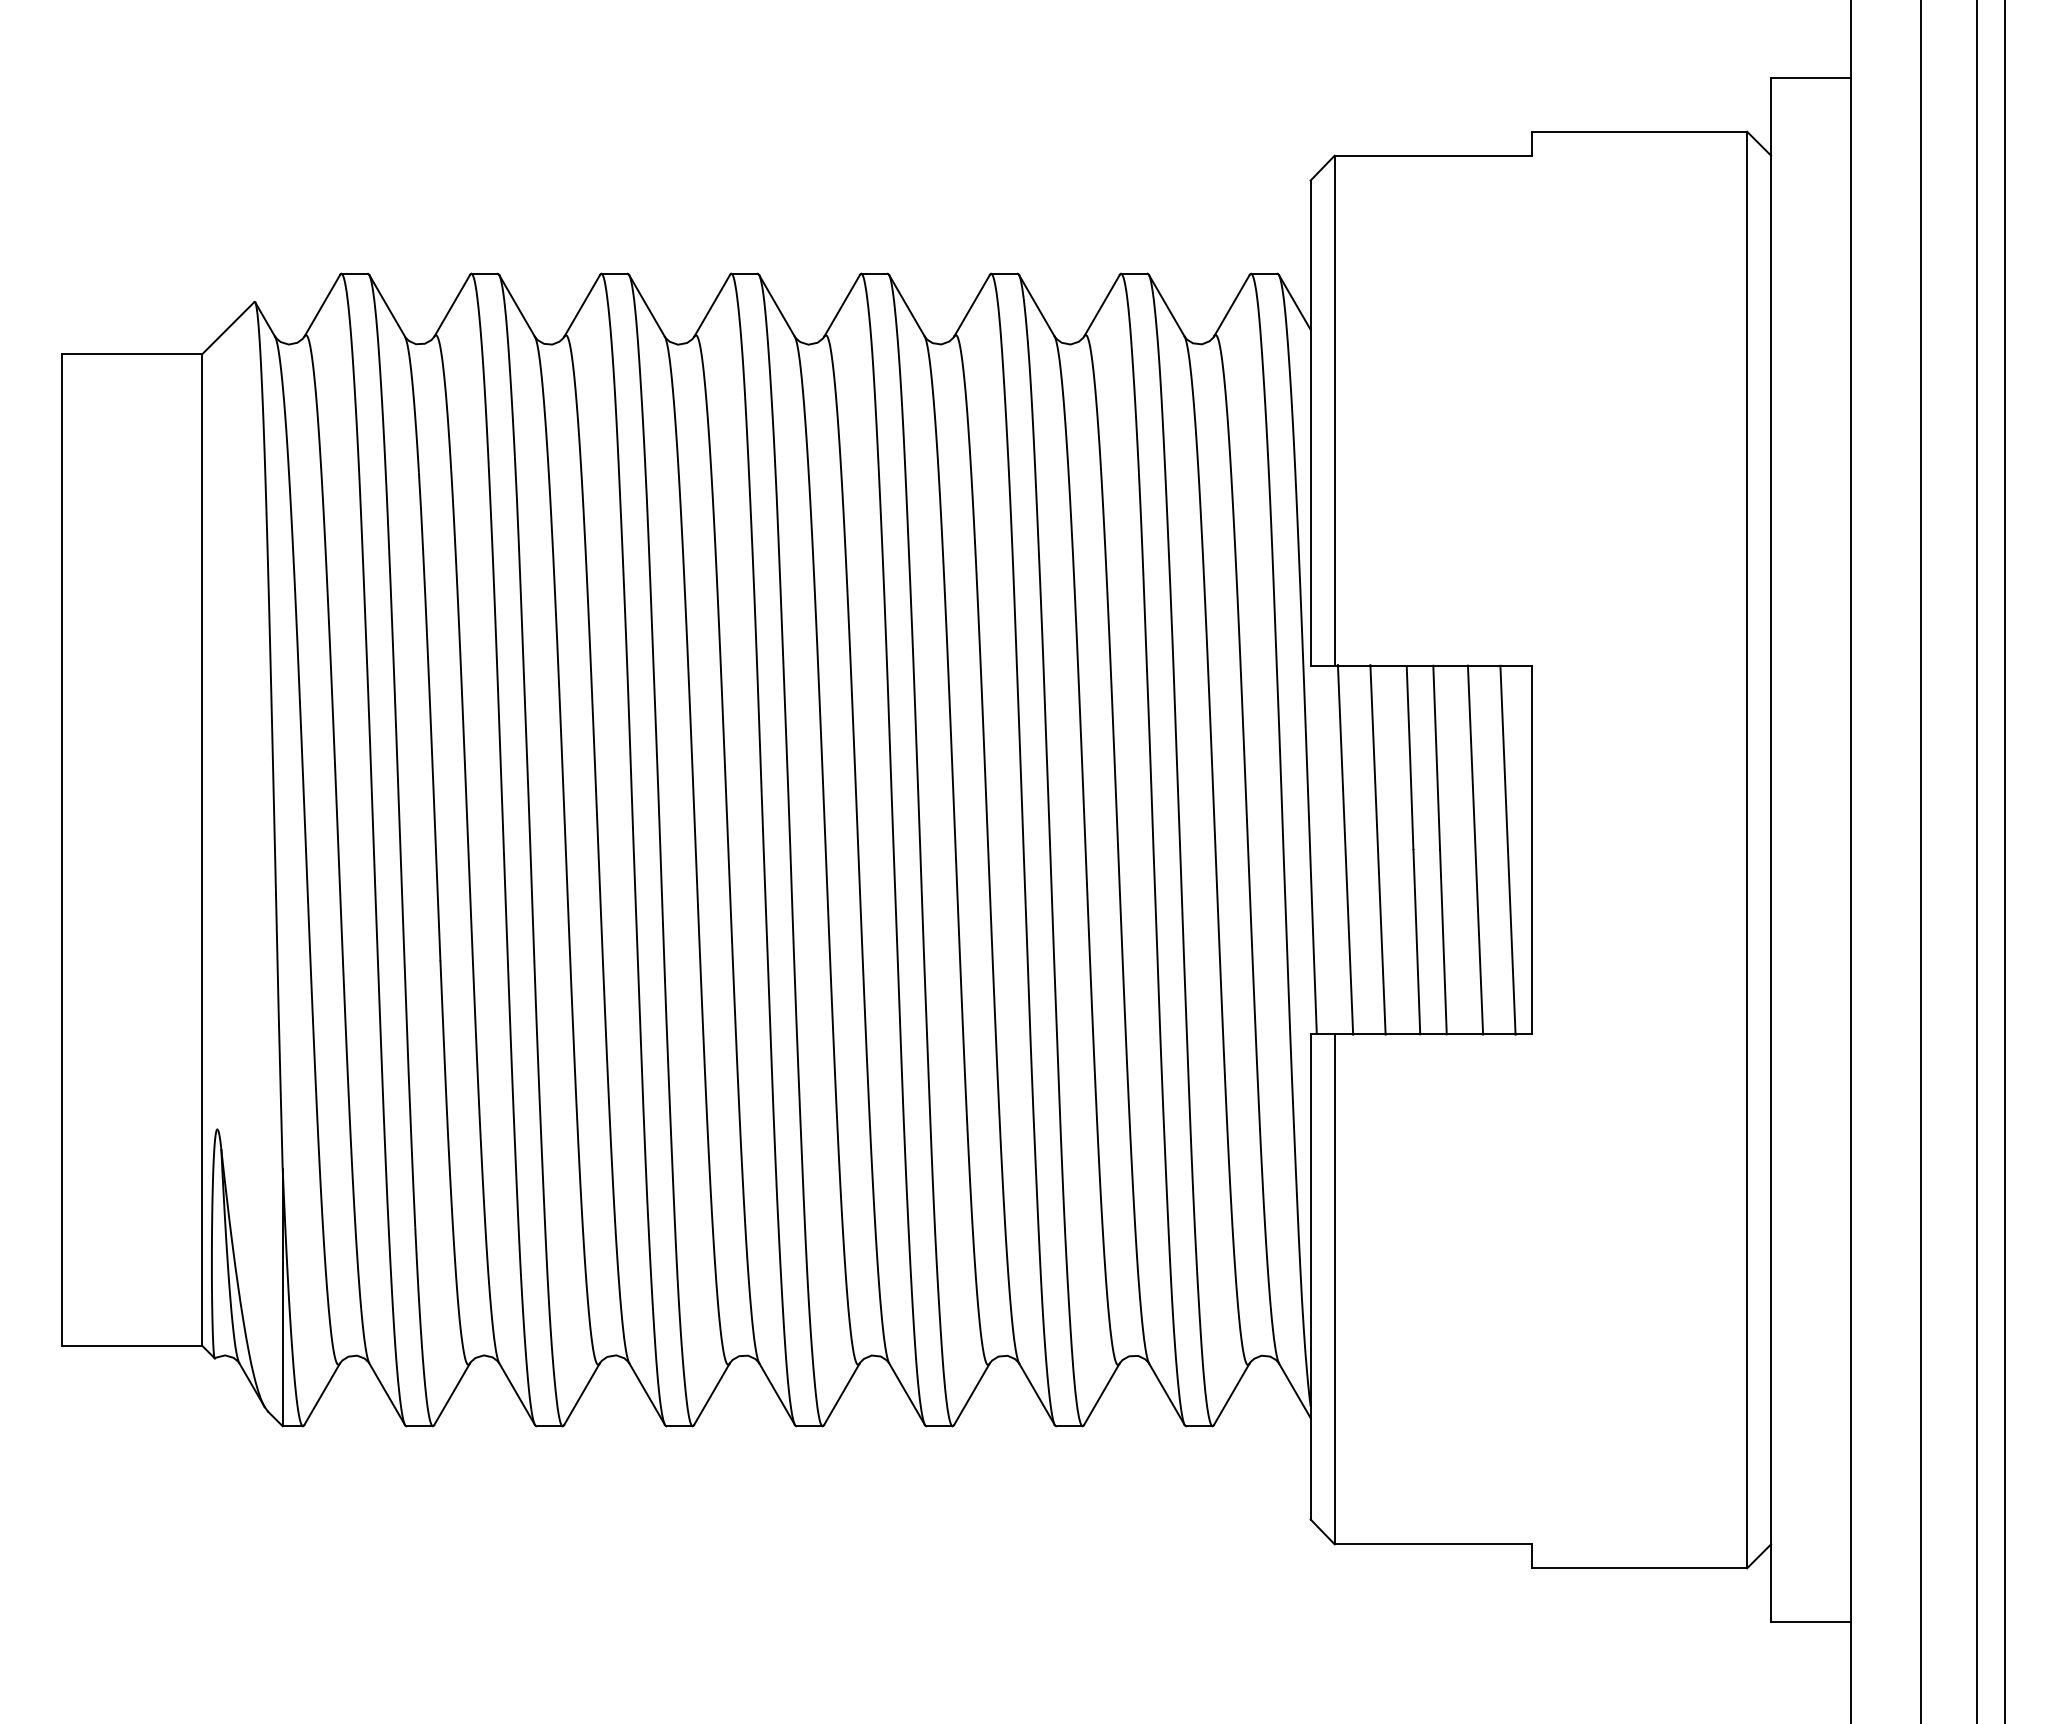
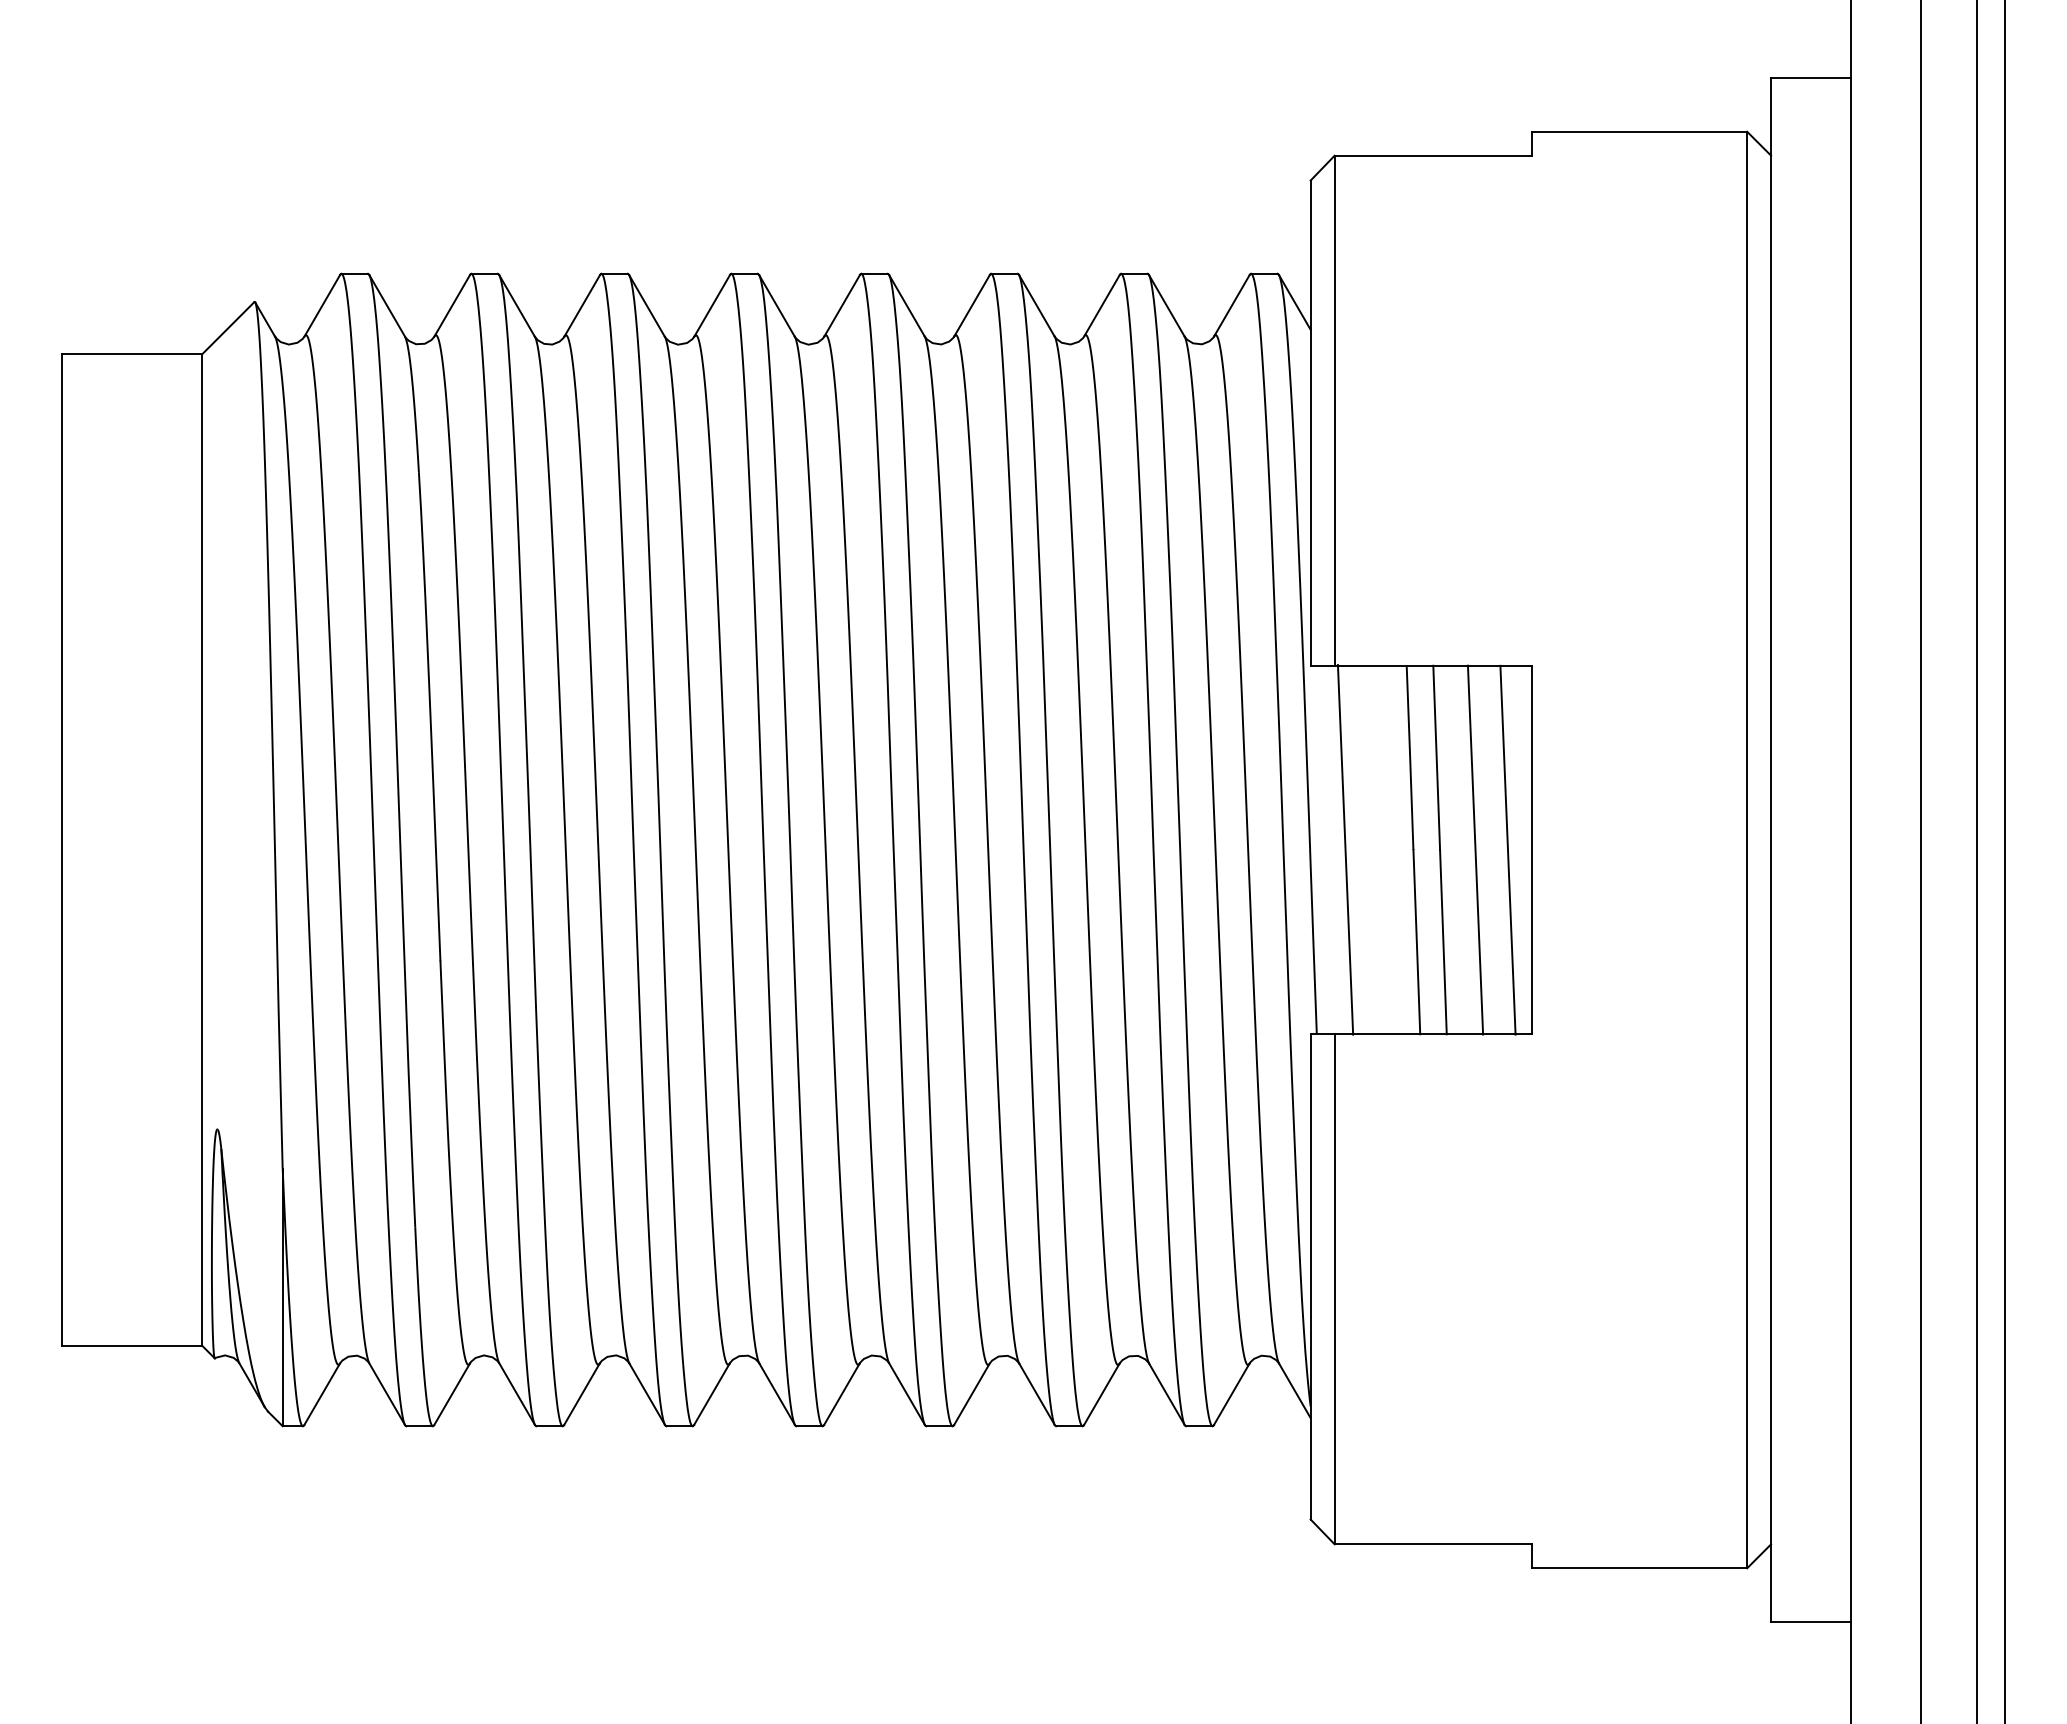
line at (1377, 849): present -> none
